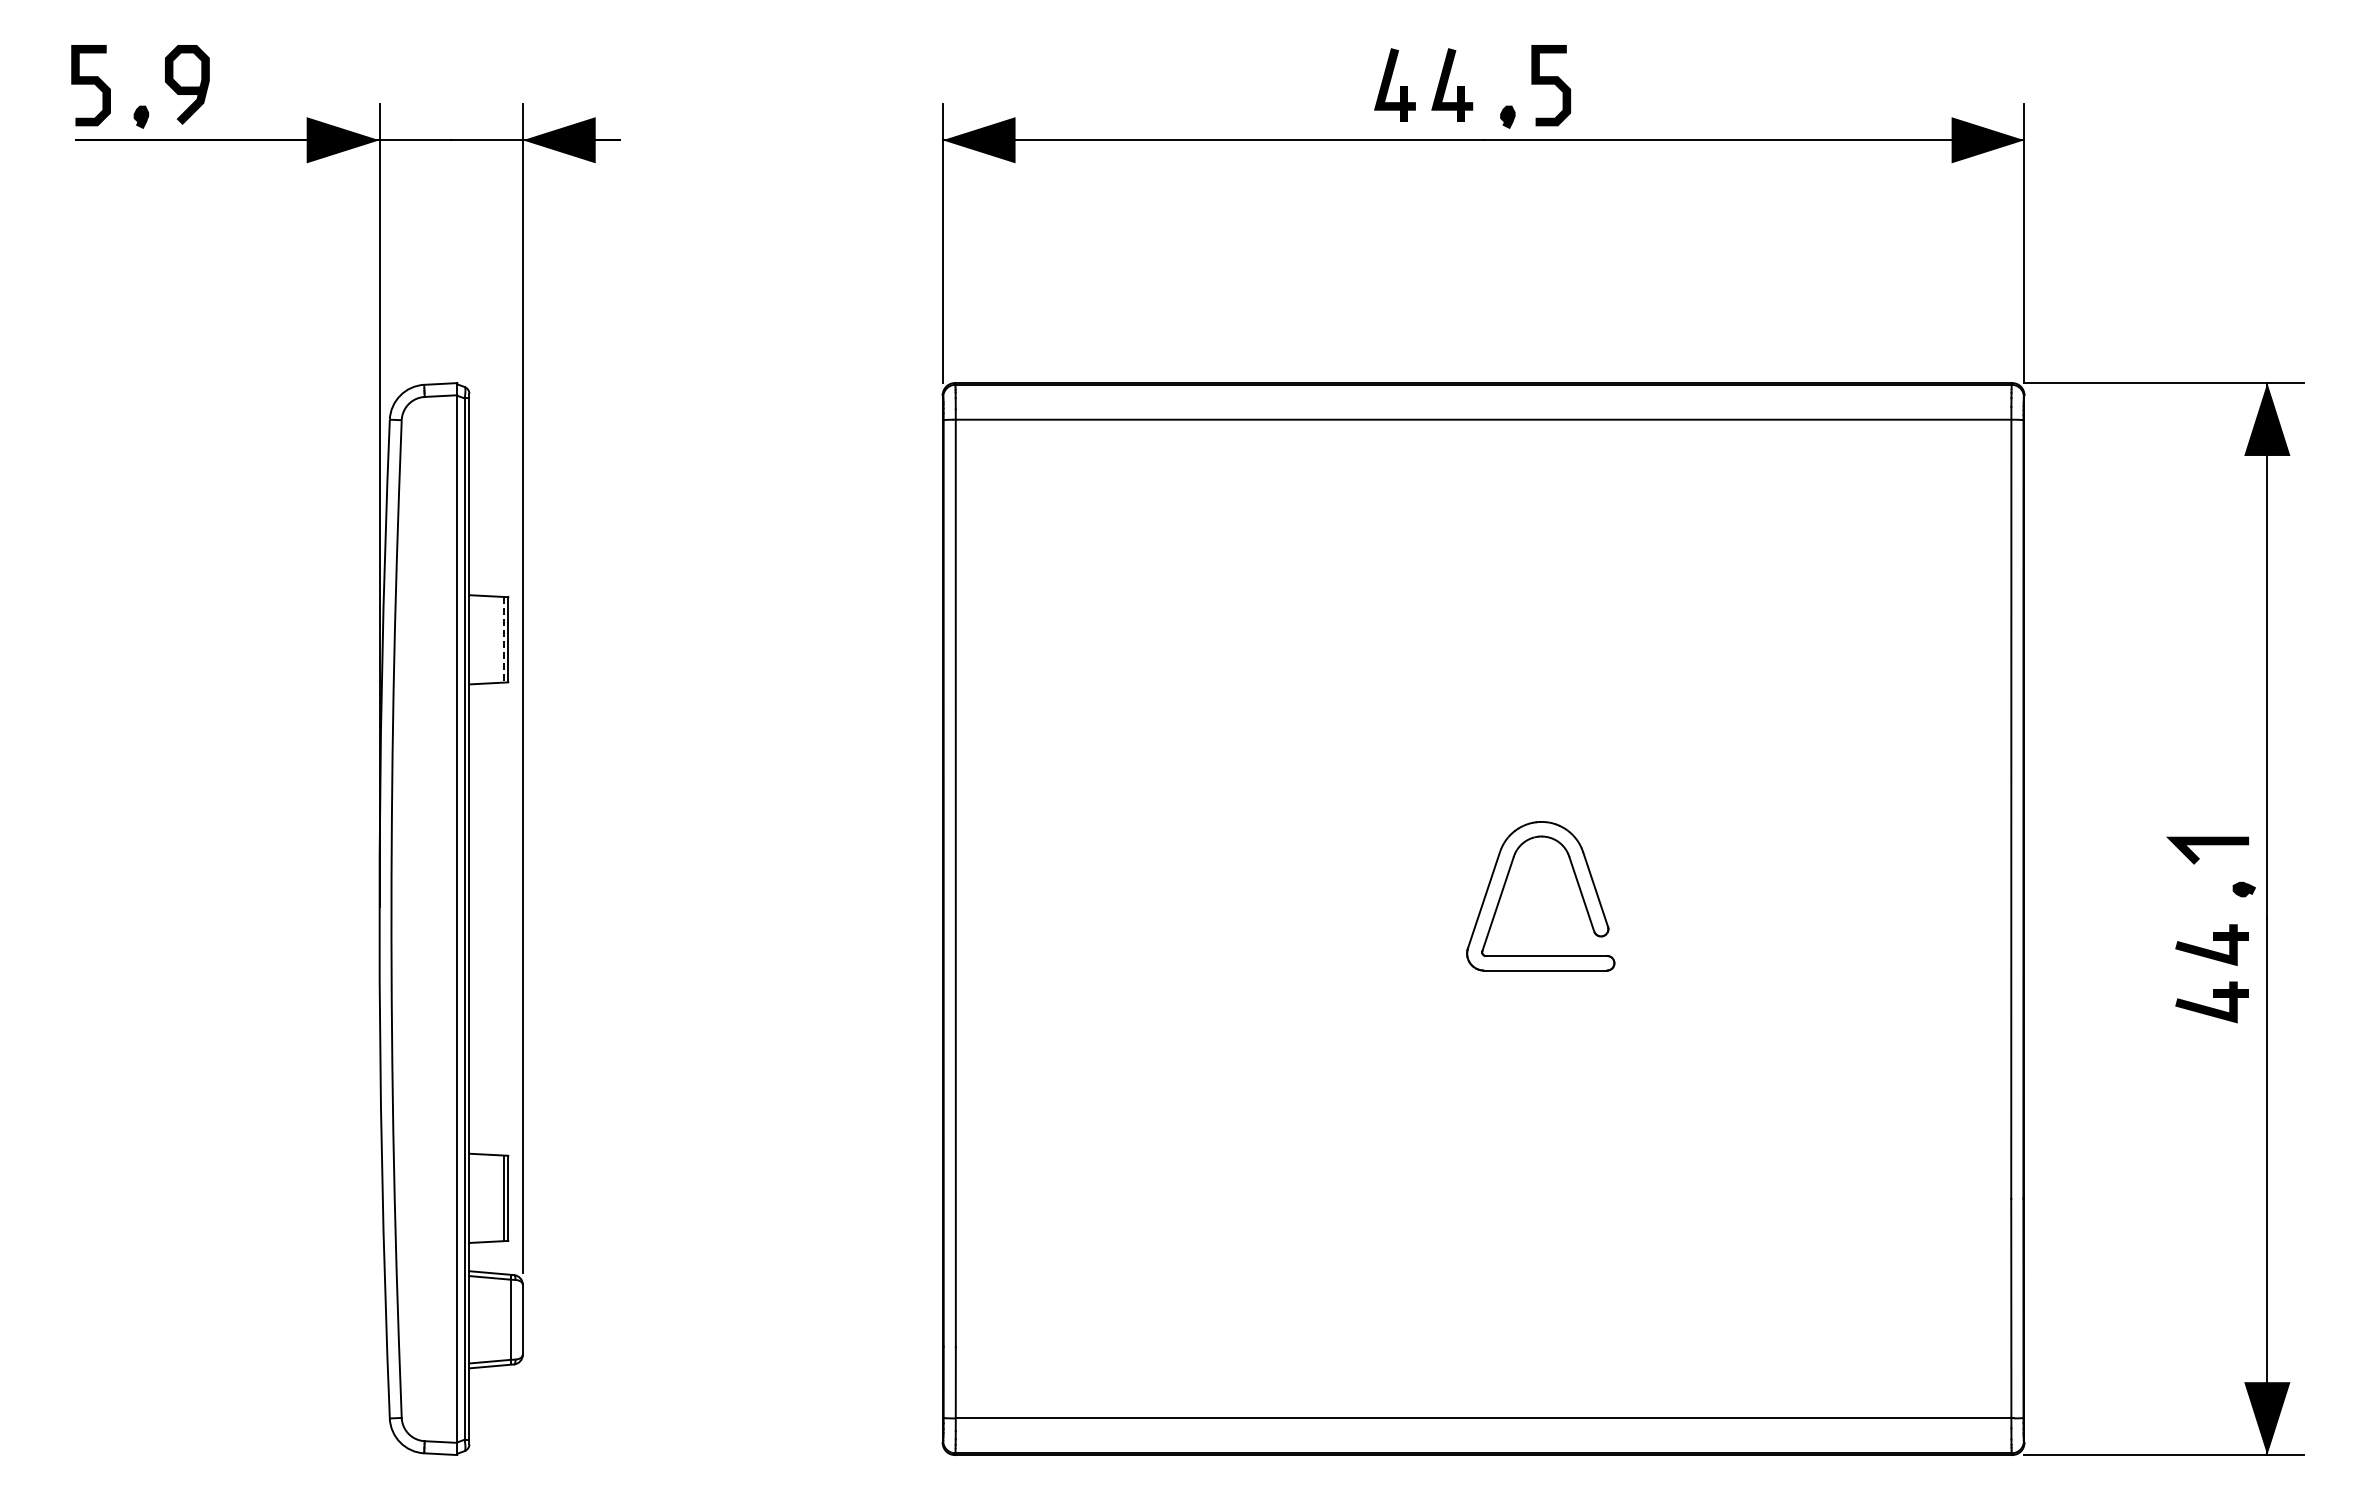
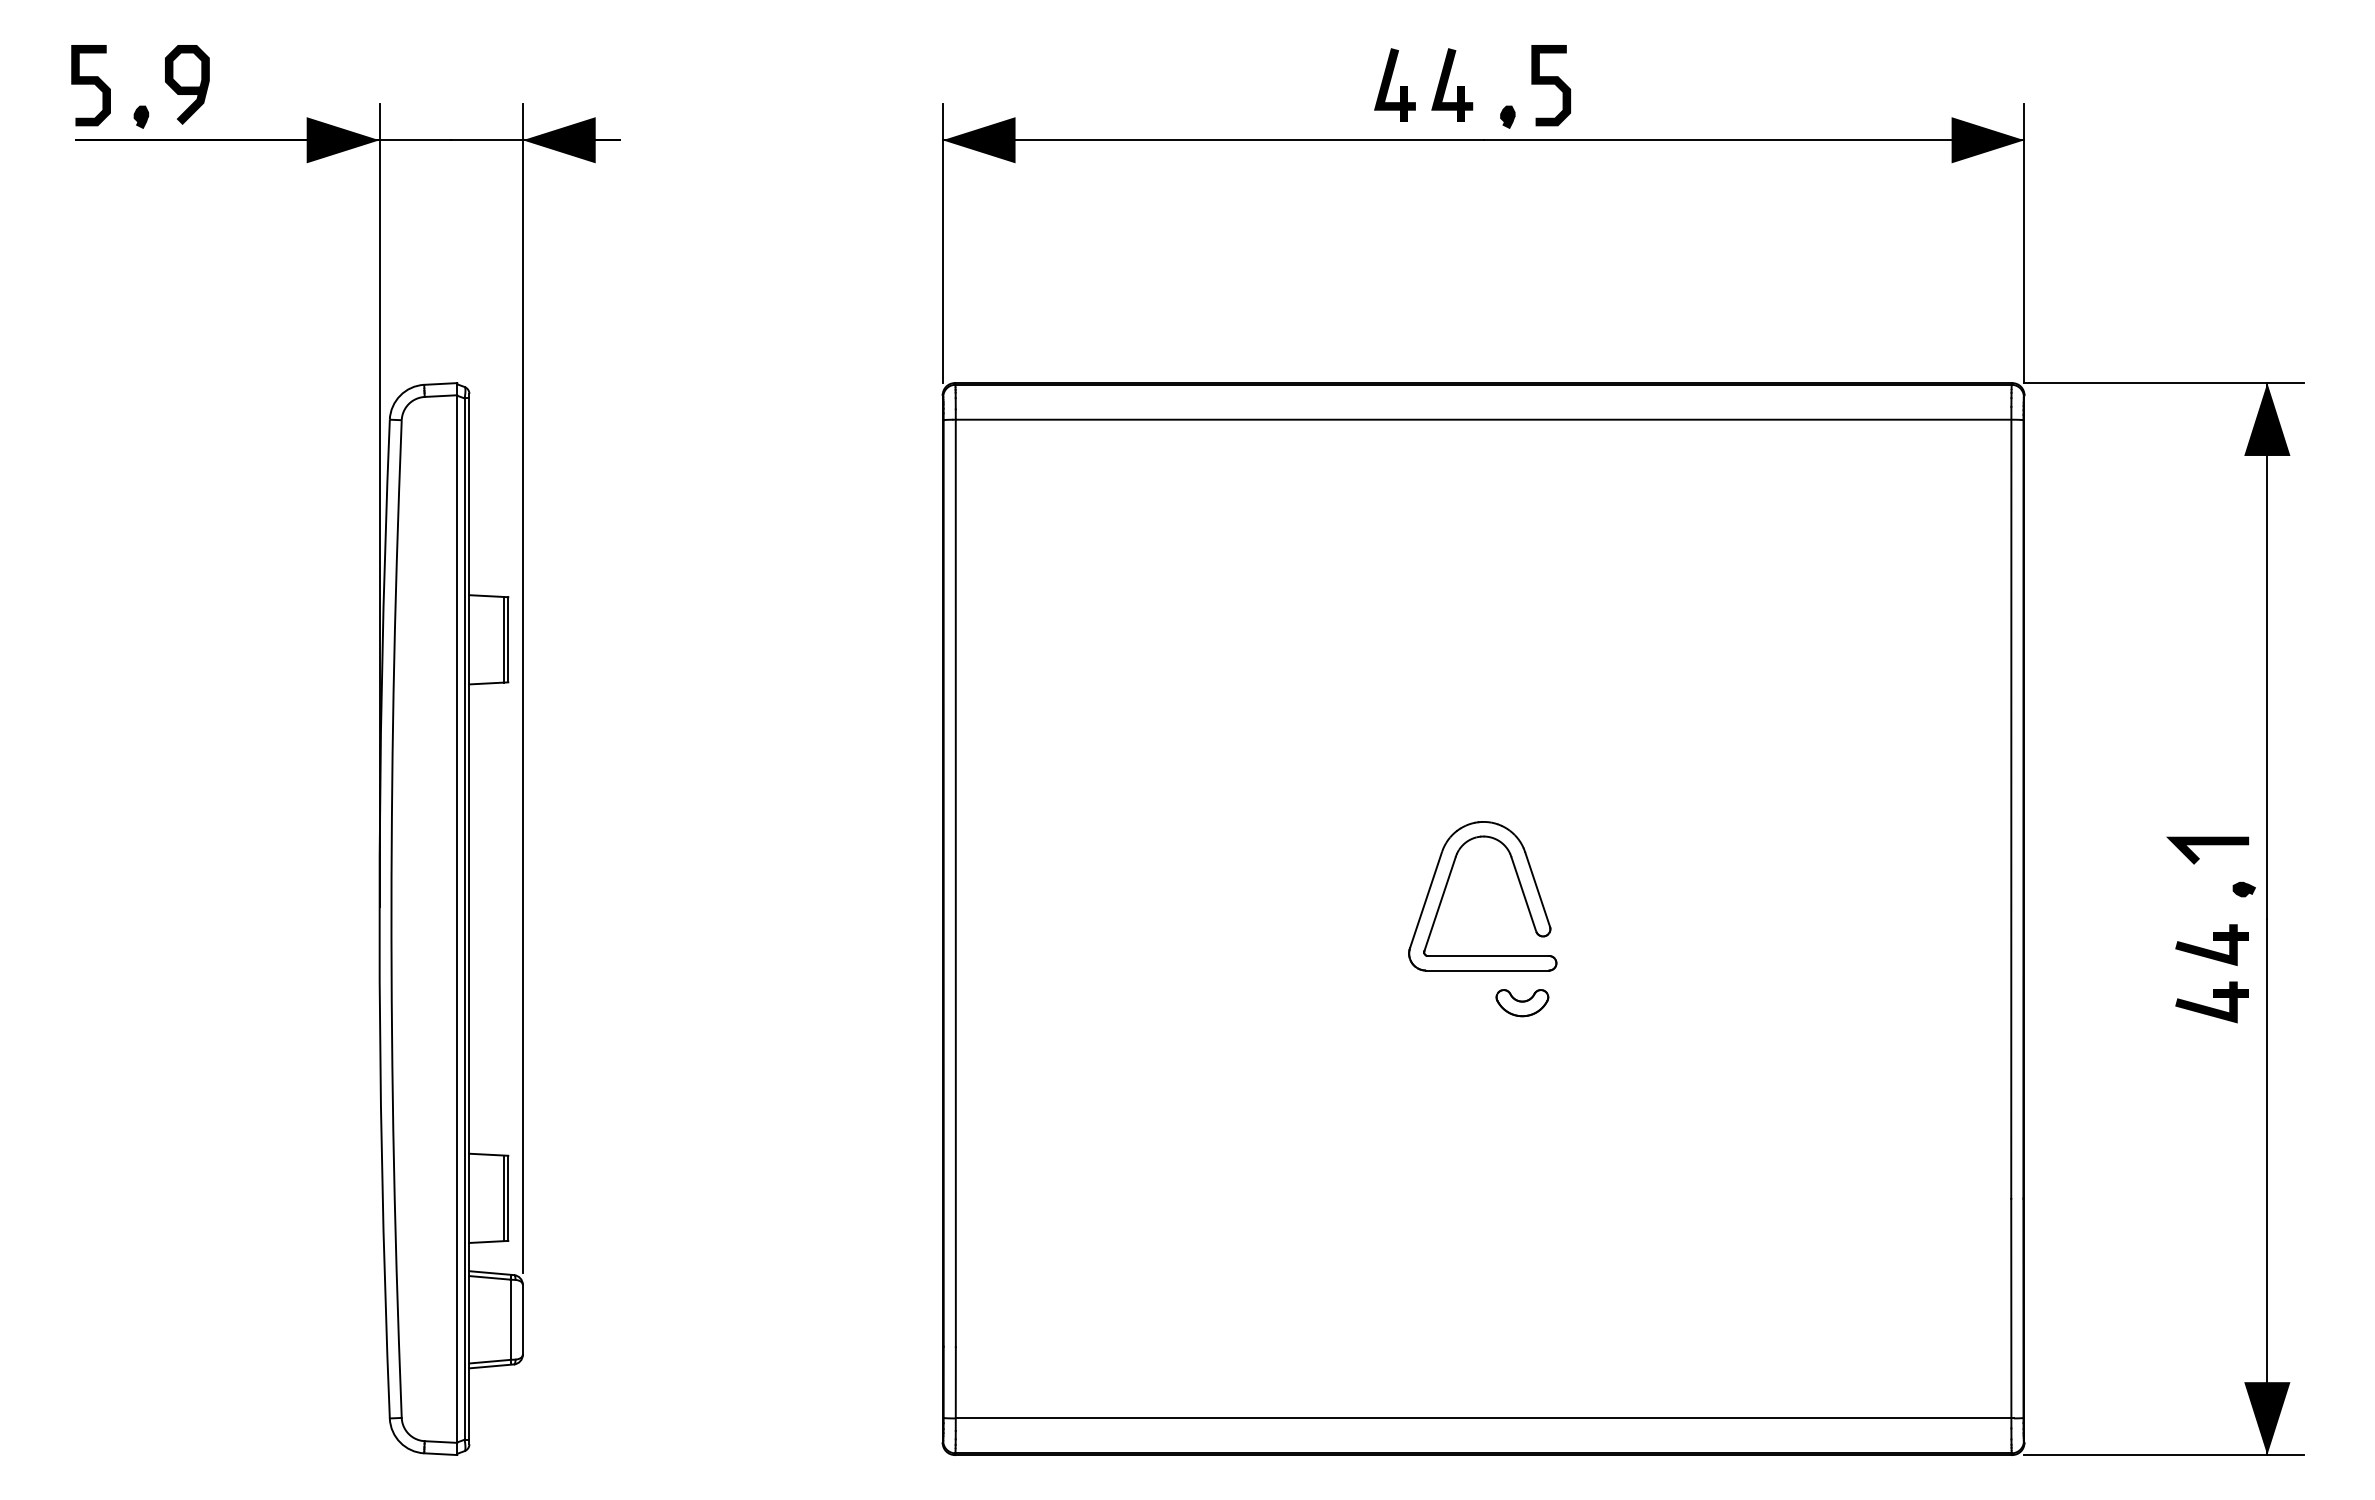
line at (503, 639): dashed -> solid
part at (1505, 885) position: (1505, 885) -> (1447, 885)
part at (1522, 1003): none -> present
